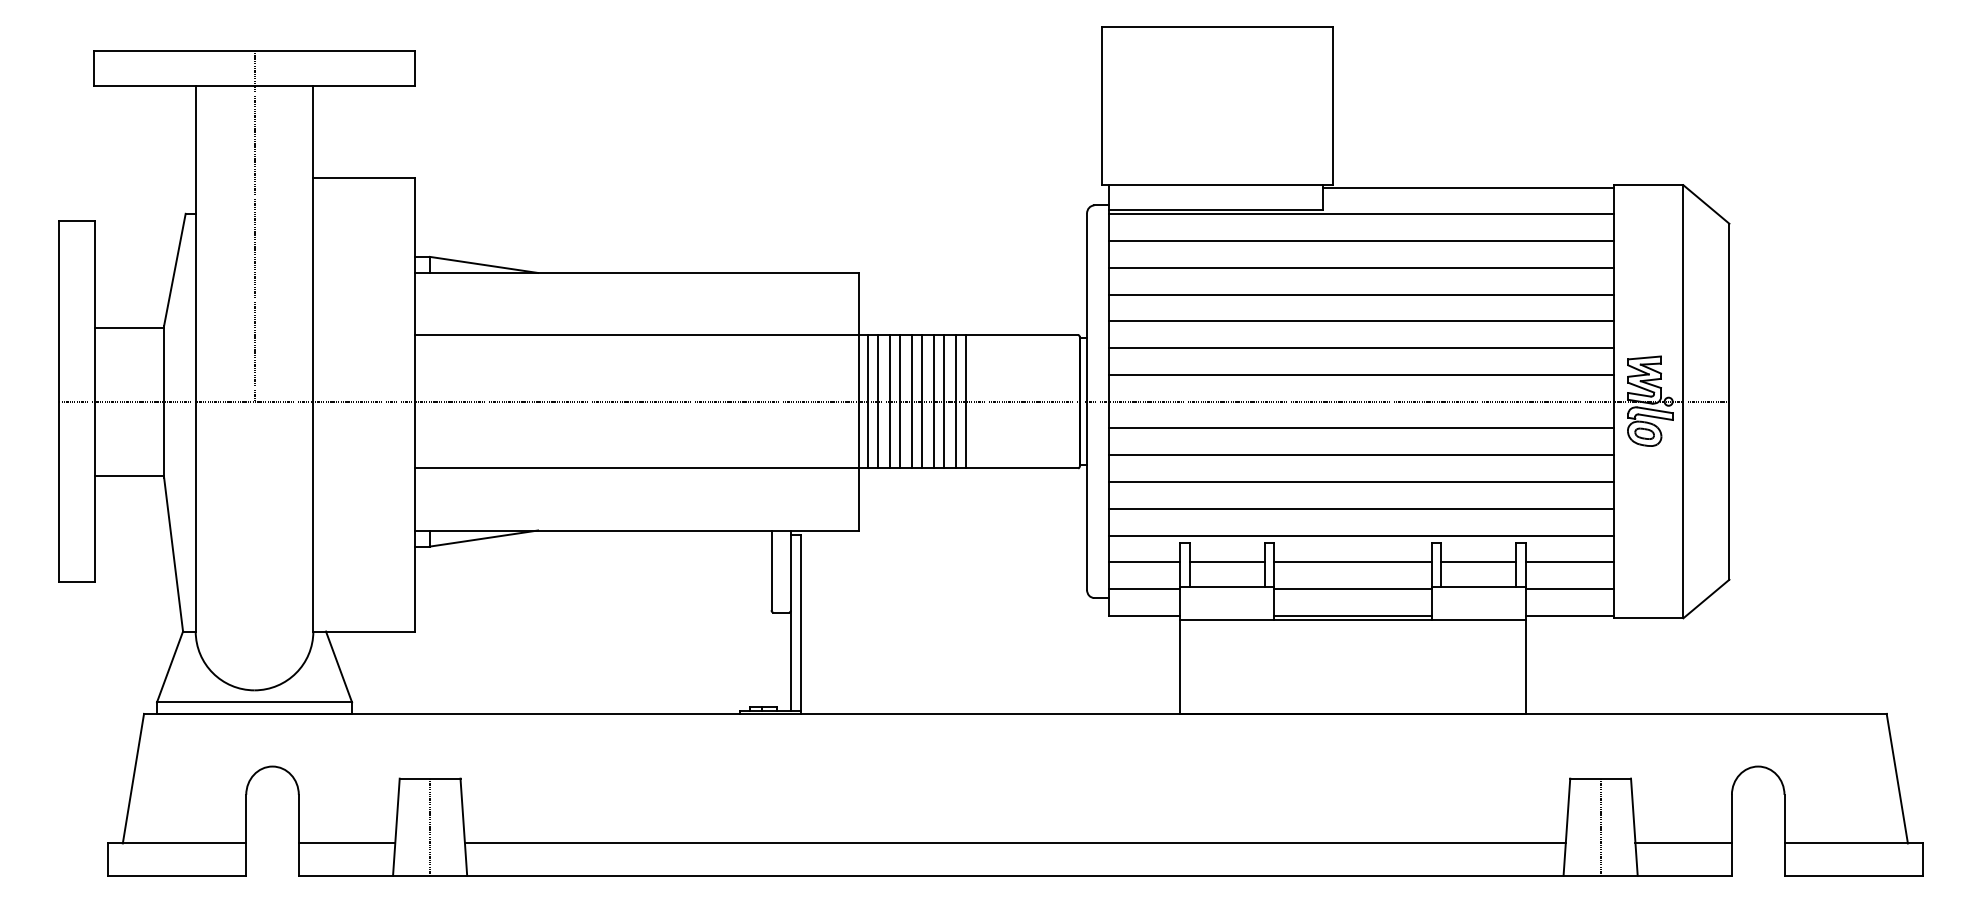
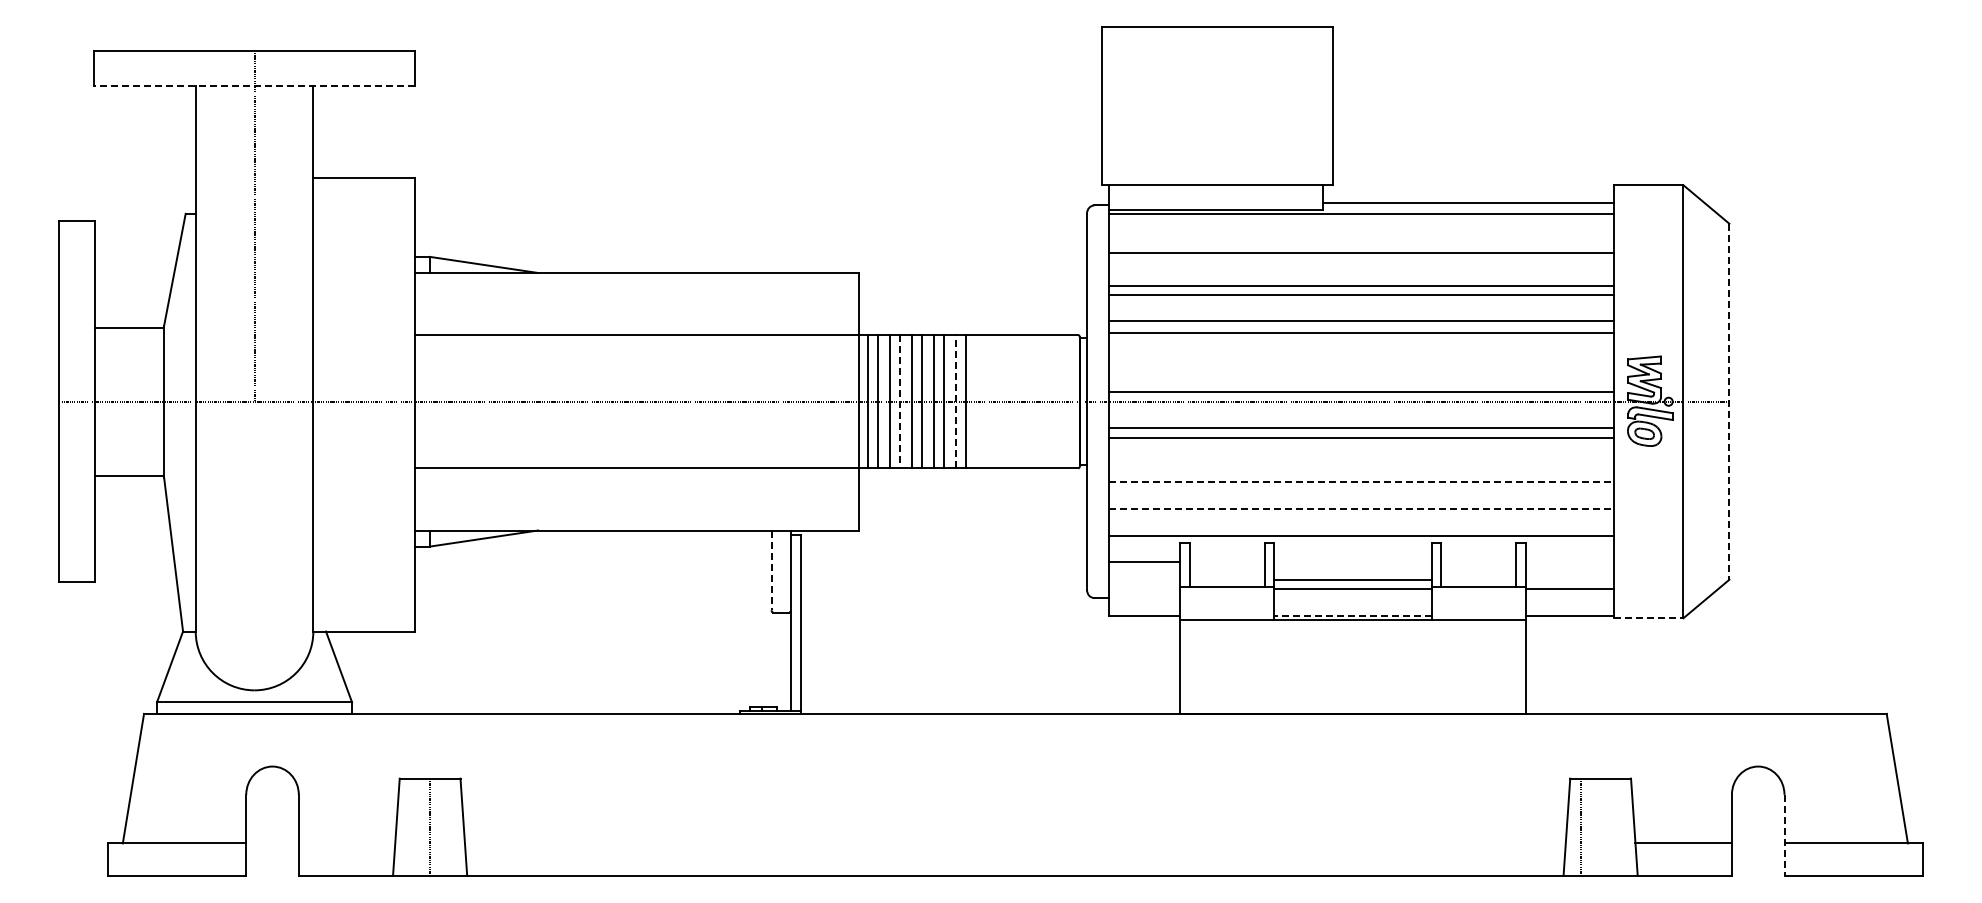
line at (254, 85): solid -> dashed
line at (1468, 187) position: (1468, 187) -> (1468, 202)
line at (1361, 241) position: (1361, 241) -> (1361, 253)
line at (1361, 267) position: (1361, 267) -> (1361, 285)
line at (1361, 348) position: (1361, 348) -> (1361, 333)
line at (1361, 375) position: (1361, 375) -> (1361, 392)
line at (899, 401): solid -> dashed
line at (956, 401): solid -> dashed
line at (1729, 401): solid -> dashed
line at (1361, 455) position: (1361, 455) -> (1361, 438)
line at (1361, 482): solid -> dashed
line at (1361, 508): solid -> dashed
line at (1226, 562): present -> none
line at (1352, 562) position: (1352, 562) -> (1352, 580)
line at (1478, 562): present -> none
line at (1569, 562): present -> none
line at (771, 570): solid -> dashed
line at (1144, 589): present -> none
line at (1352, 615): solid -> dashed
line at (1648, 618): solid -> dashed
line at (1600, 826) position: (1600, 826) -> (1580, 826)
line at (1784, 835): solid -> dashed
line at (346, 843): present -> none
line at (1014, 843): present -> none
